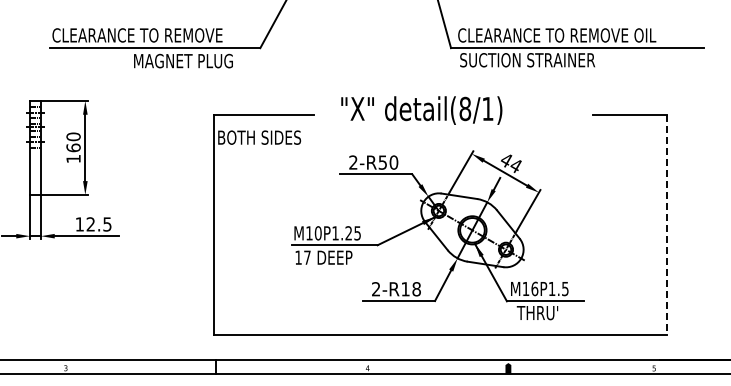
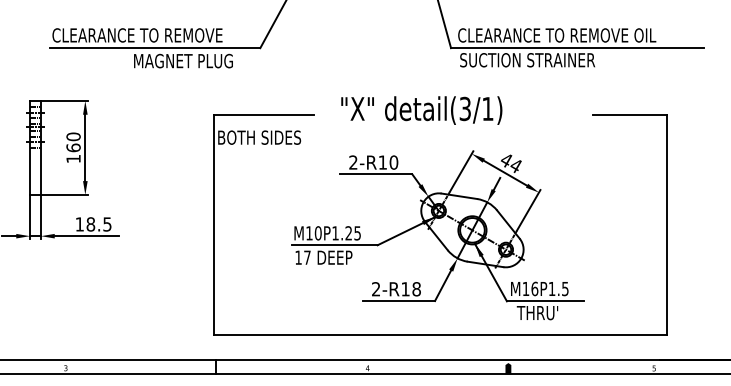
text at (465, 109): detail(8/1) -> detail(3/1)
text at (382, 162): 2-R50 -> 2-R10
text at (90, 224): 12.5 -> 18.5
line at (666, 224): dashed -> solid
